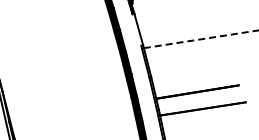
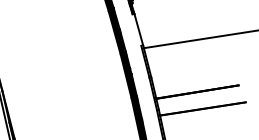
line at (201, 39): dashed -> solid
